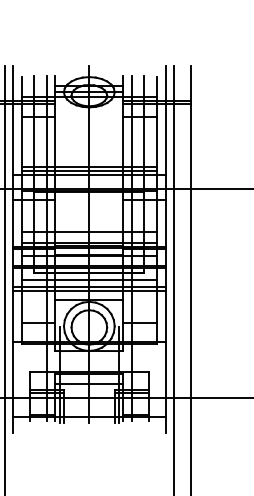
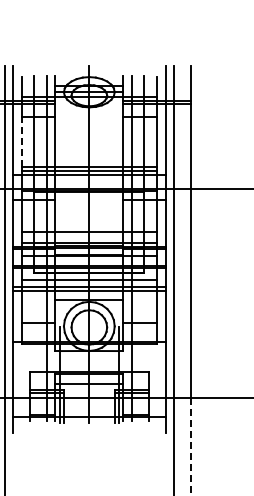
line at (21, 141): solid -> dashed
line at (190, 446): solid -> dashed
